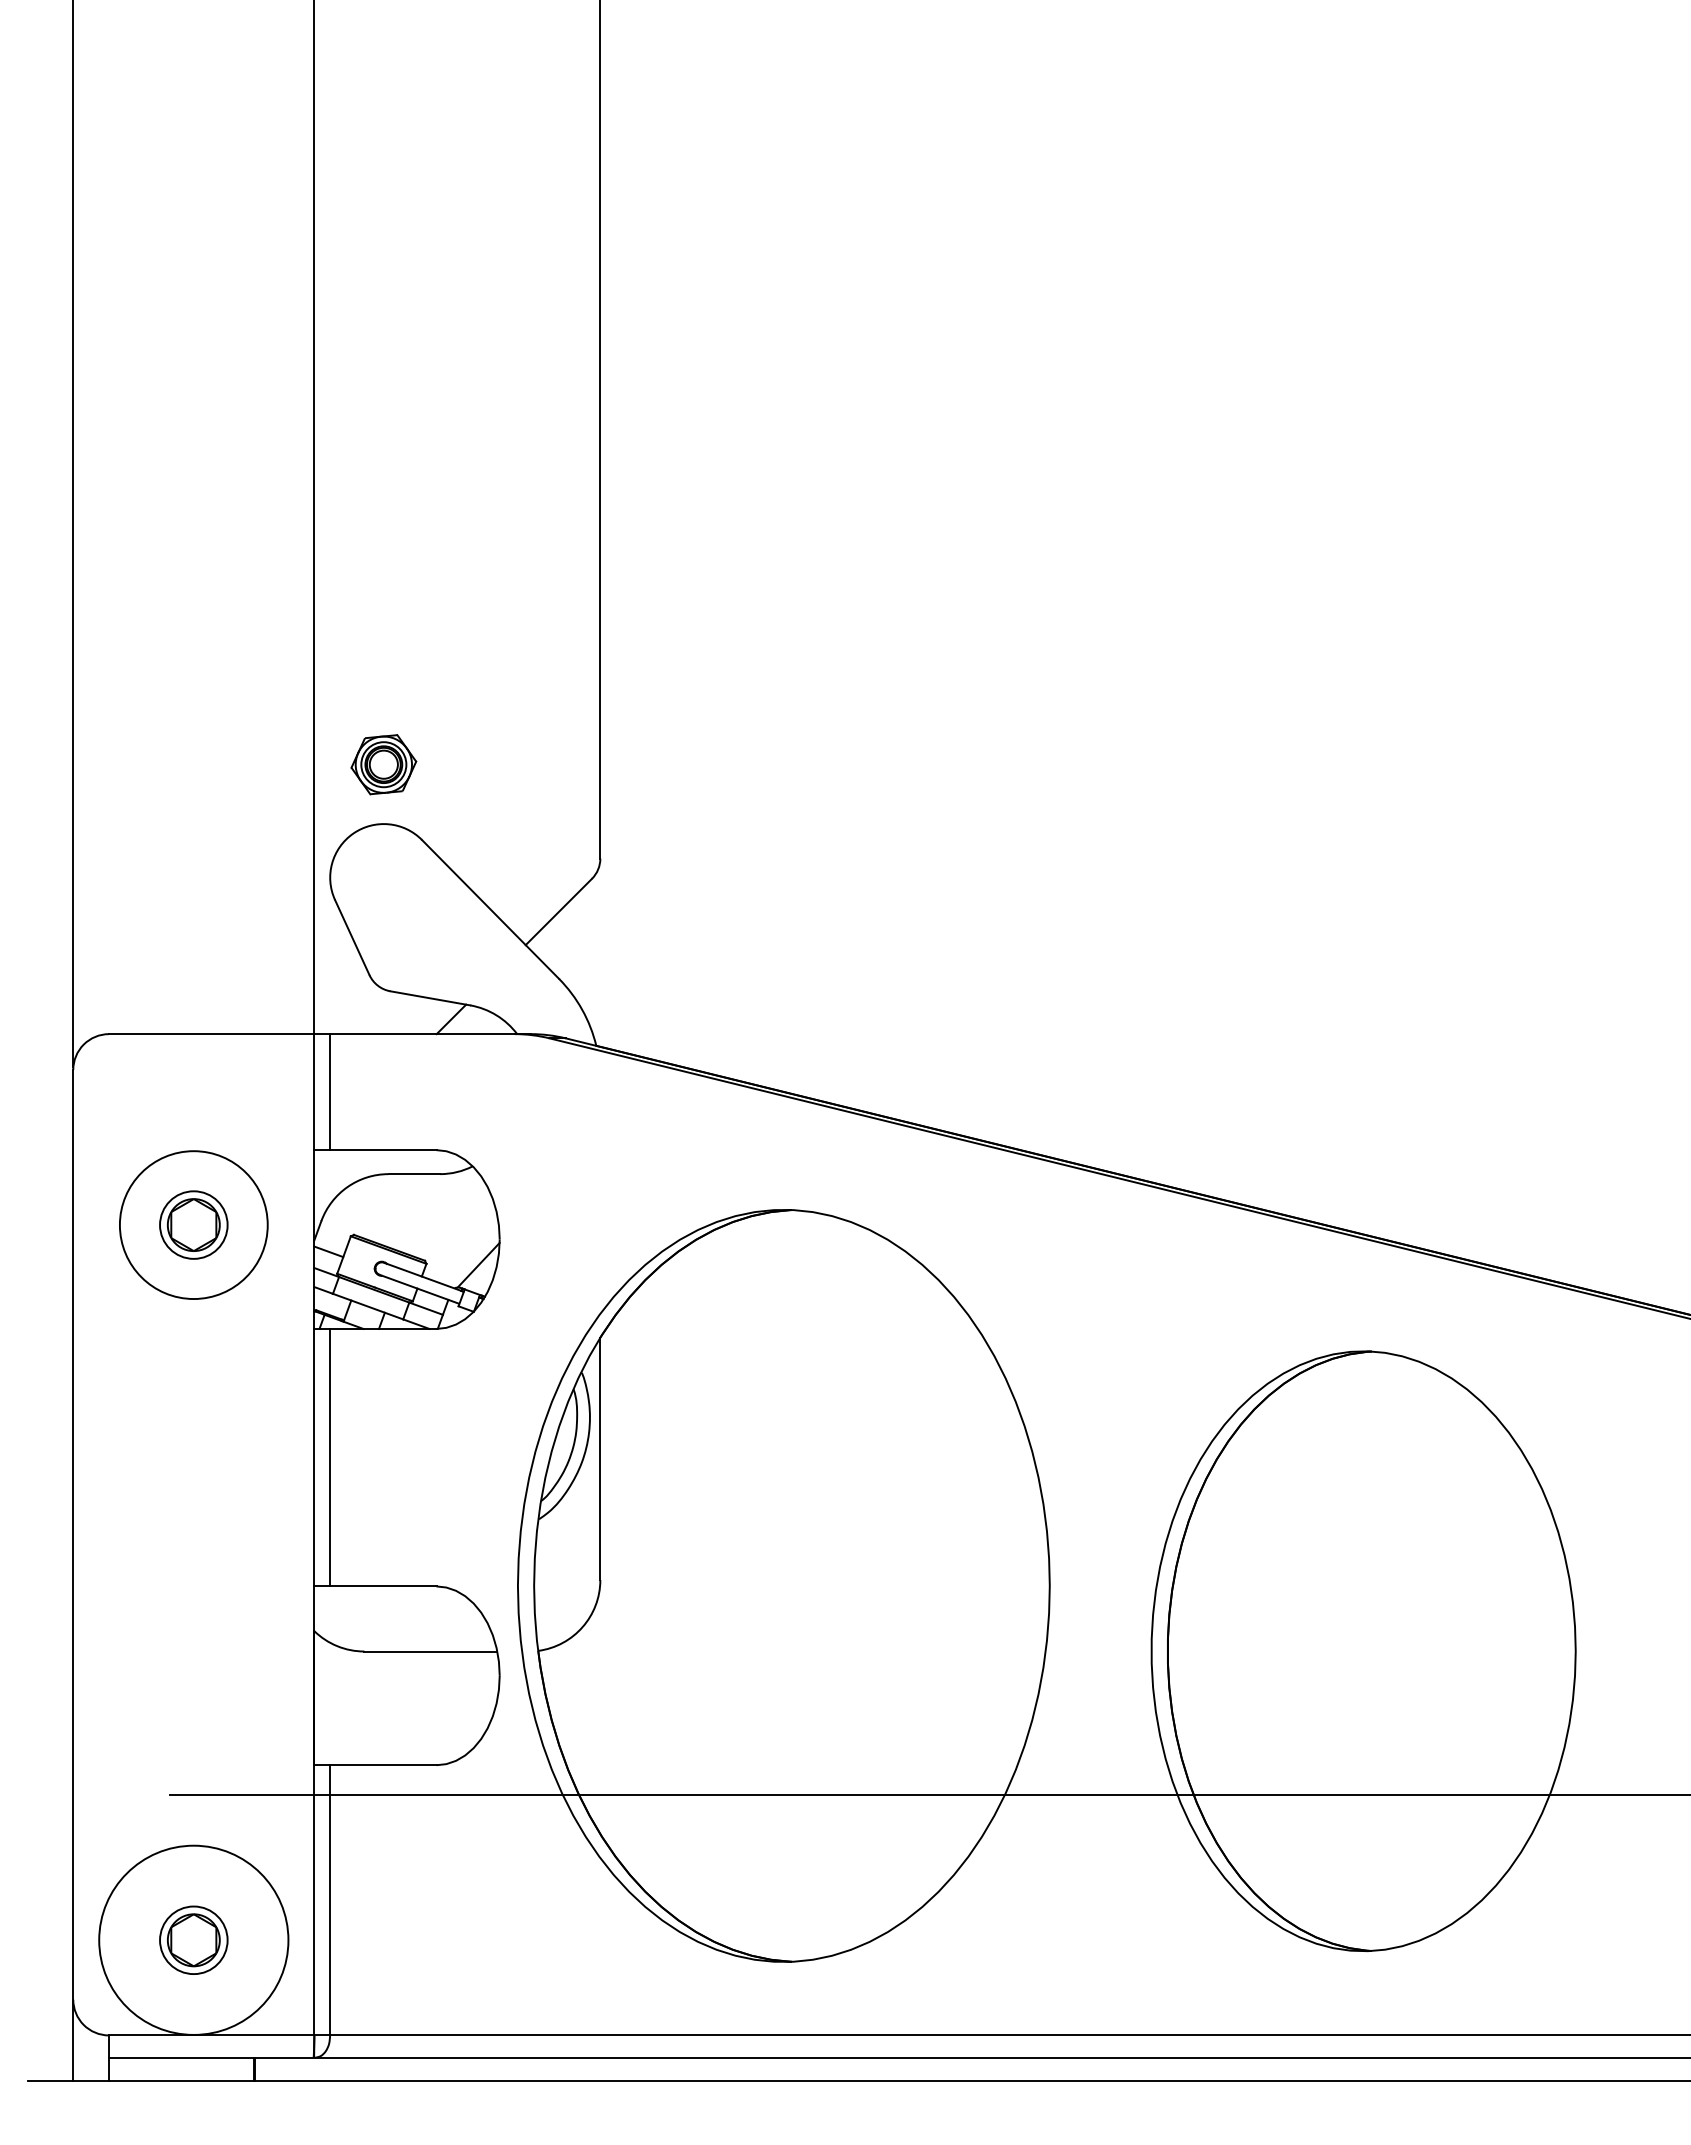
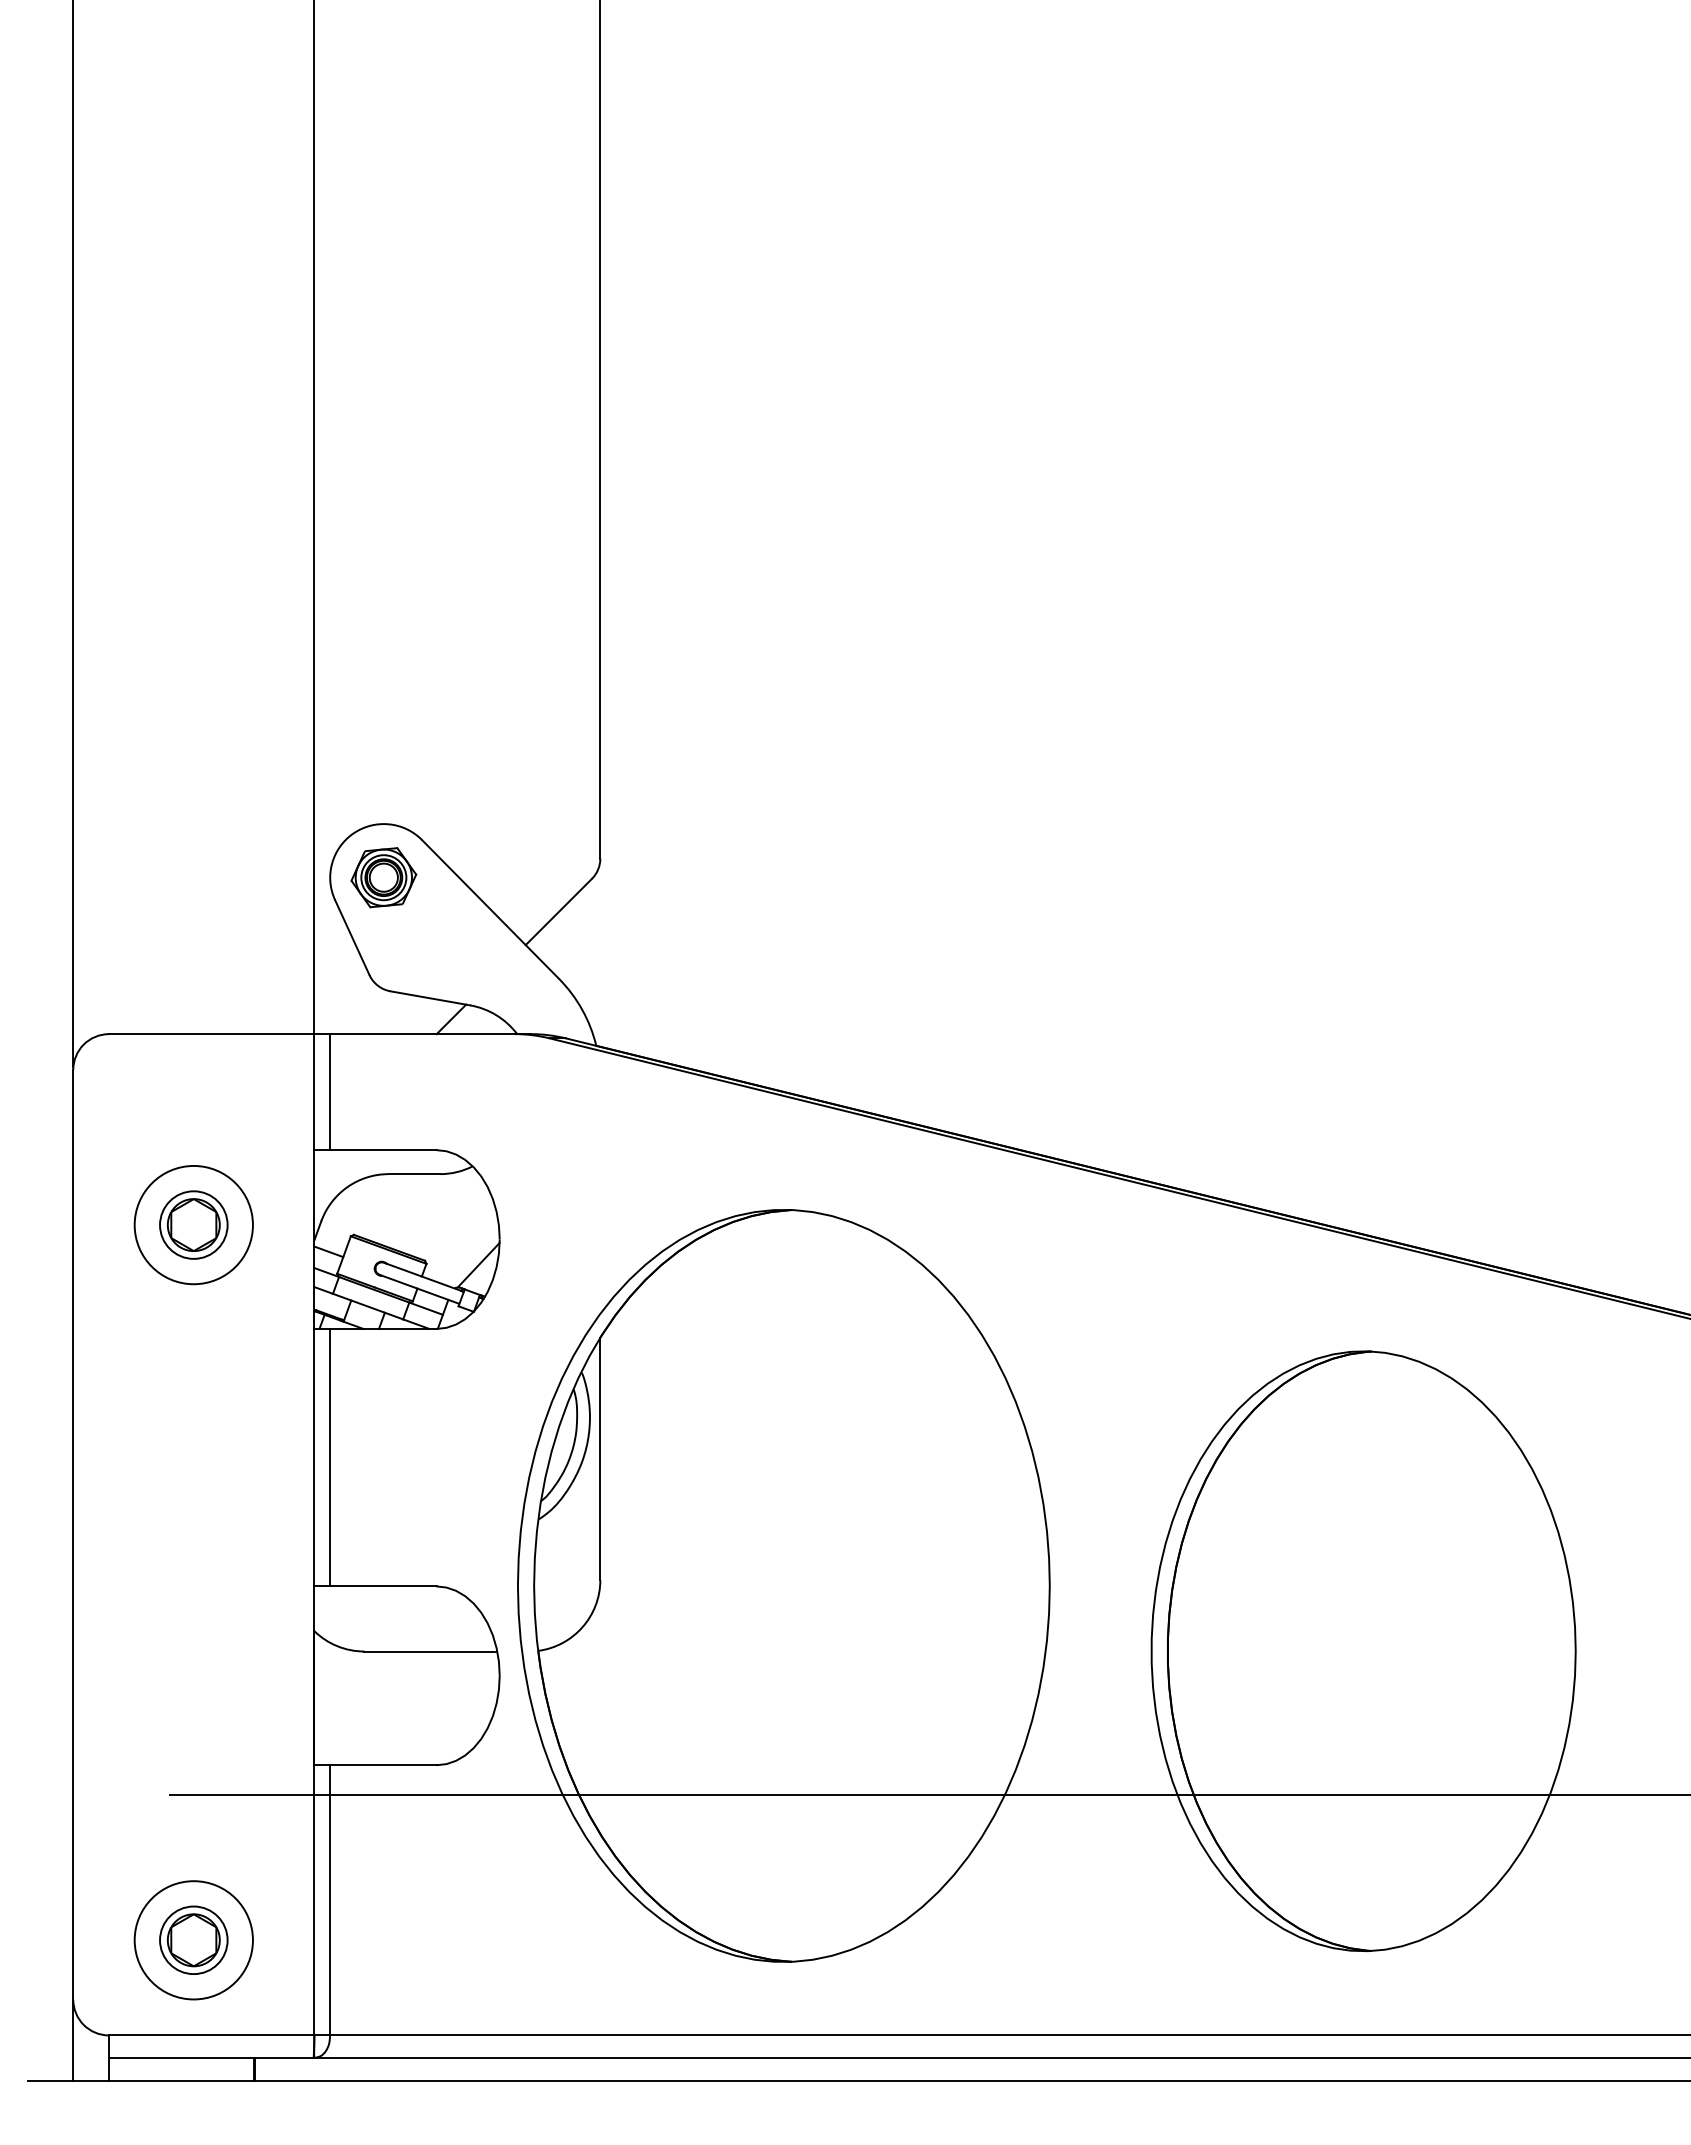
part at (383, 764) position: (383, 764) -> (383, 877)
circle at (193, 1225) diameter: 148 px -> 118 px
circle at (193, 1939) diameter: 189 px -> 118 px
